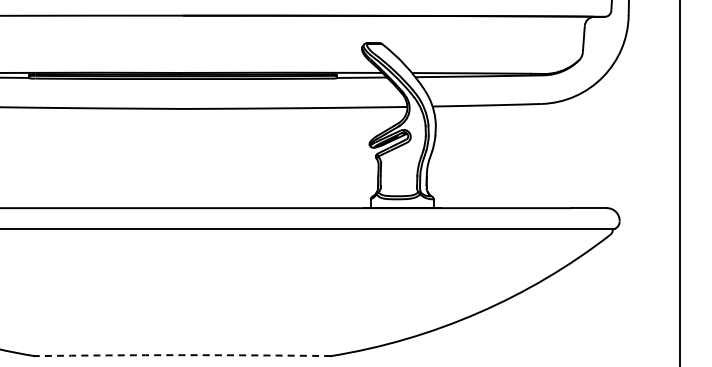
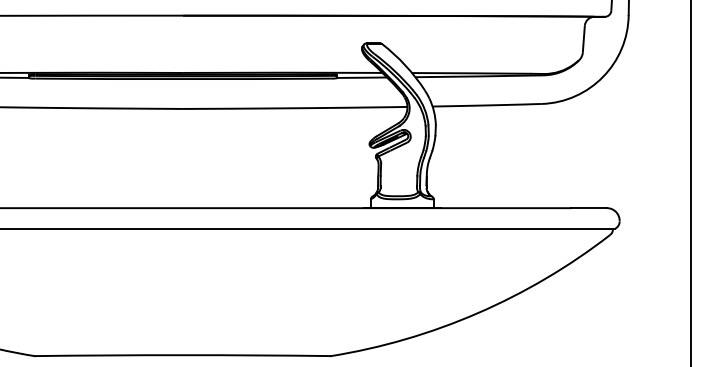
line at (679, 182) position: (679, 182) -> (690, 182)
arc at (182, 355): dashed -> solid
